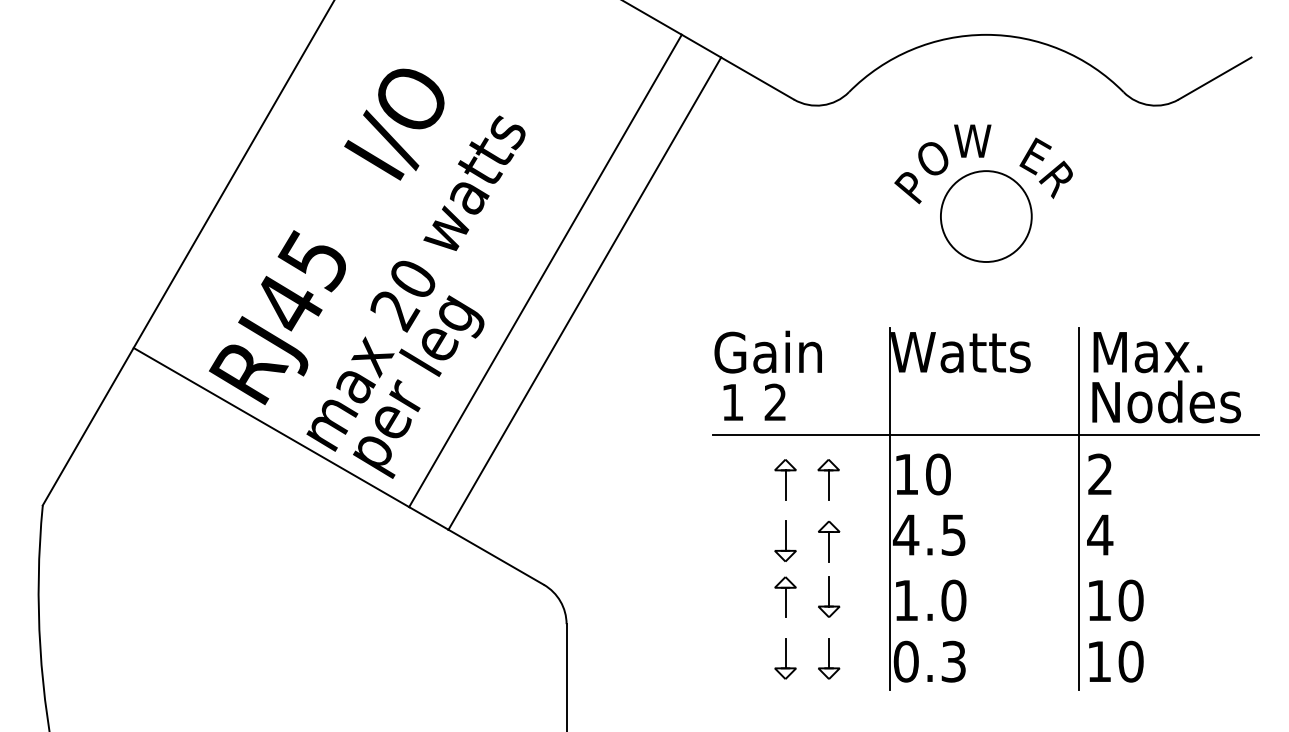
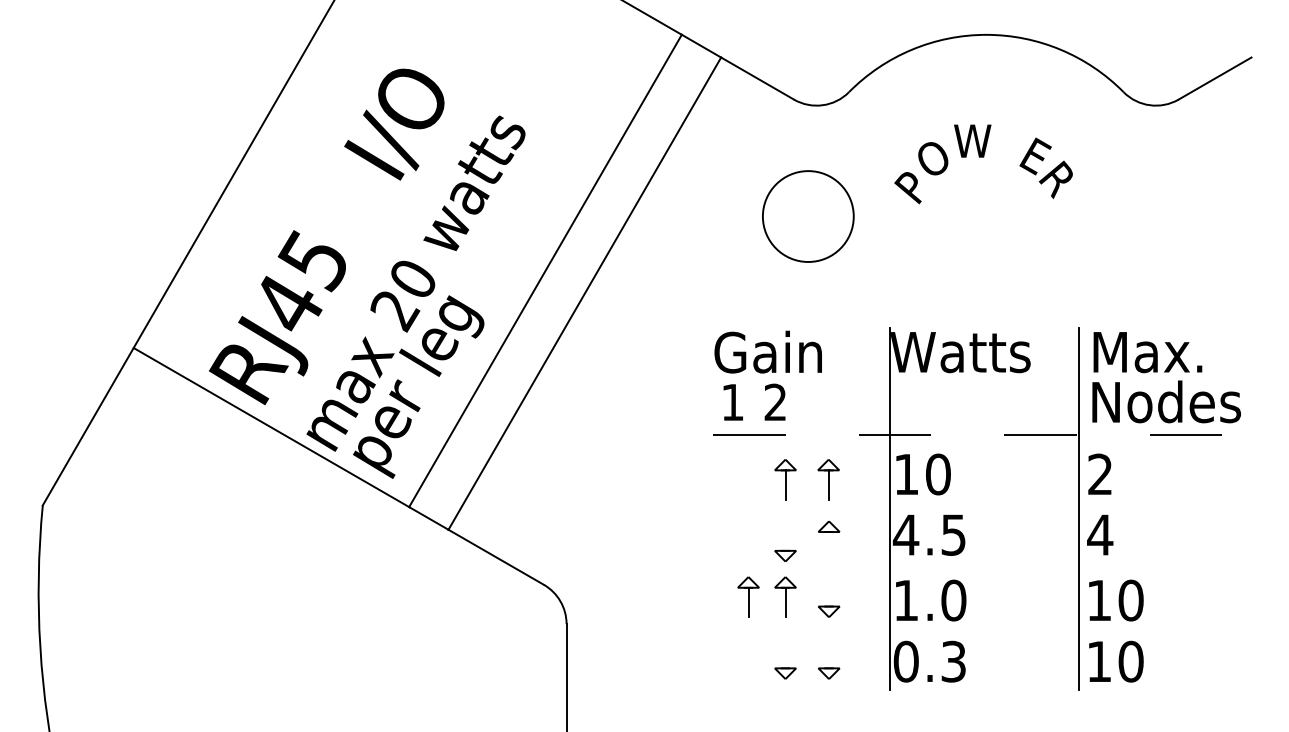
circle at (986, 216) position: (986, 216) -> (808, 216)
line at (986, 435): solid -> dashed
line at (785, 535): present -> none
line at (829, 546): present -> none
line at (829, 591): present -> none
part at (748, 596): none -> present
line at (785, 653): present -> none
line at (829, 653): present -> none
